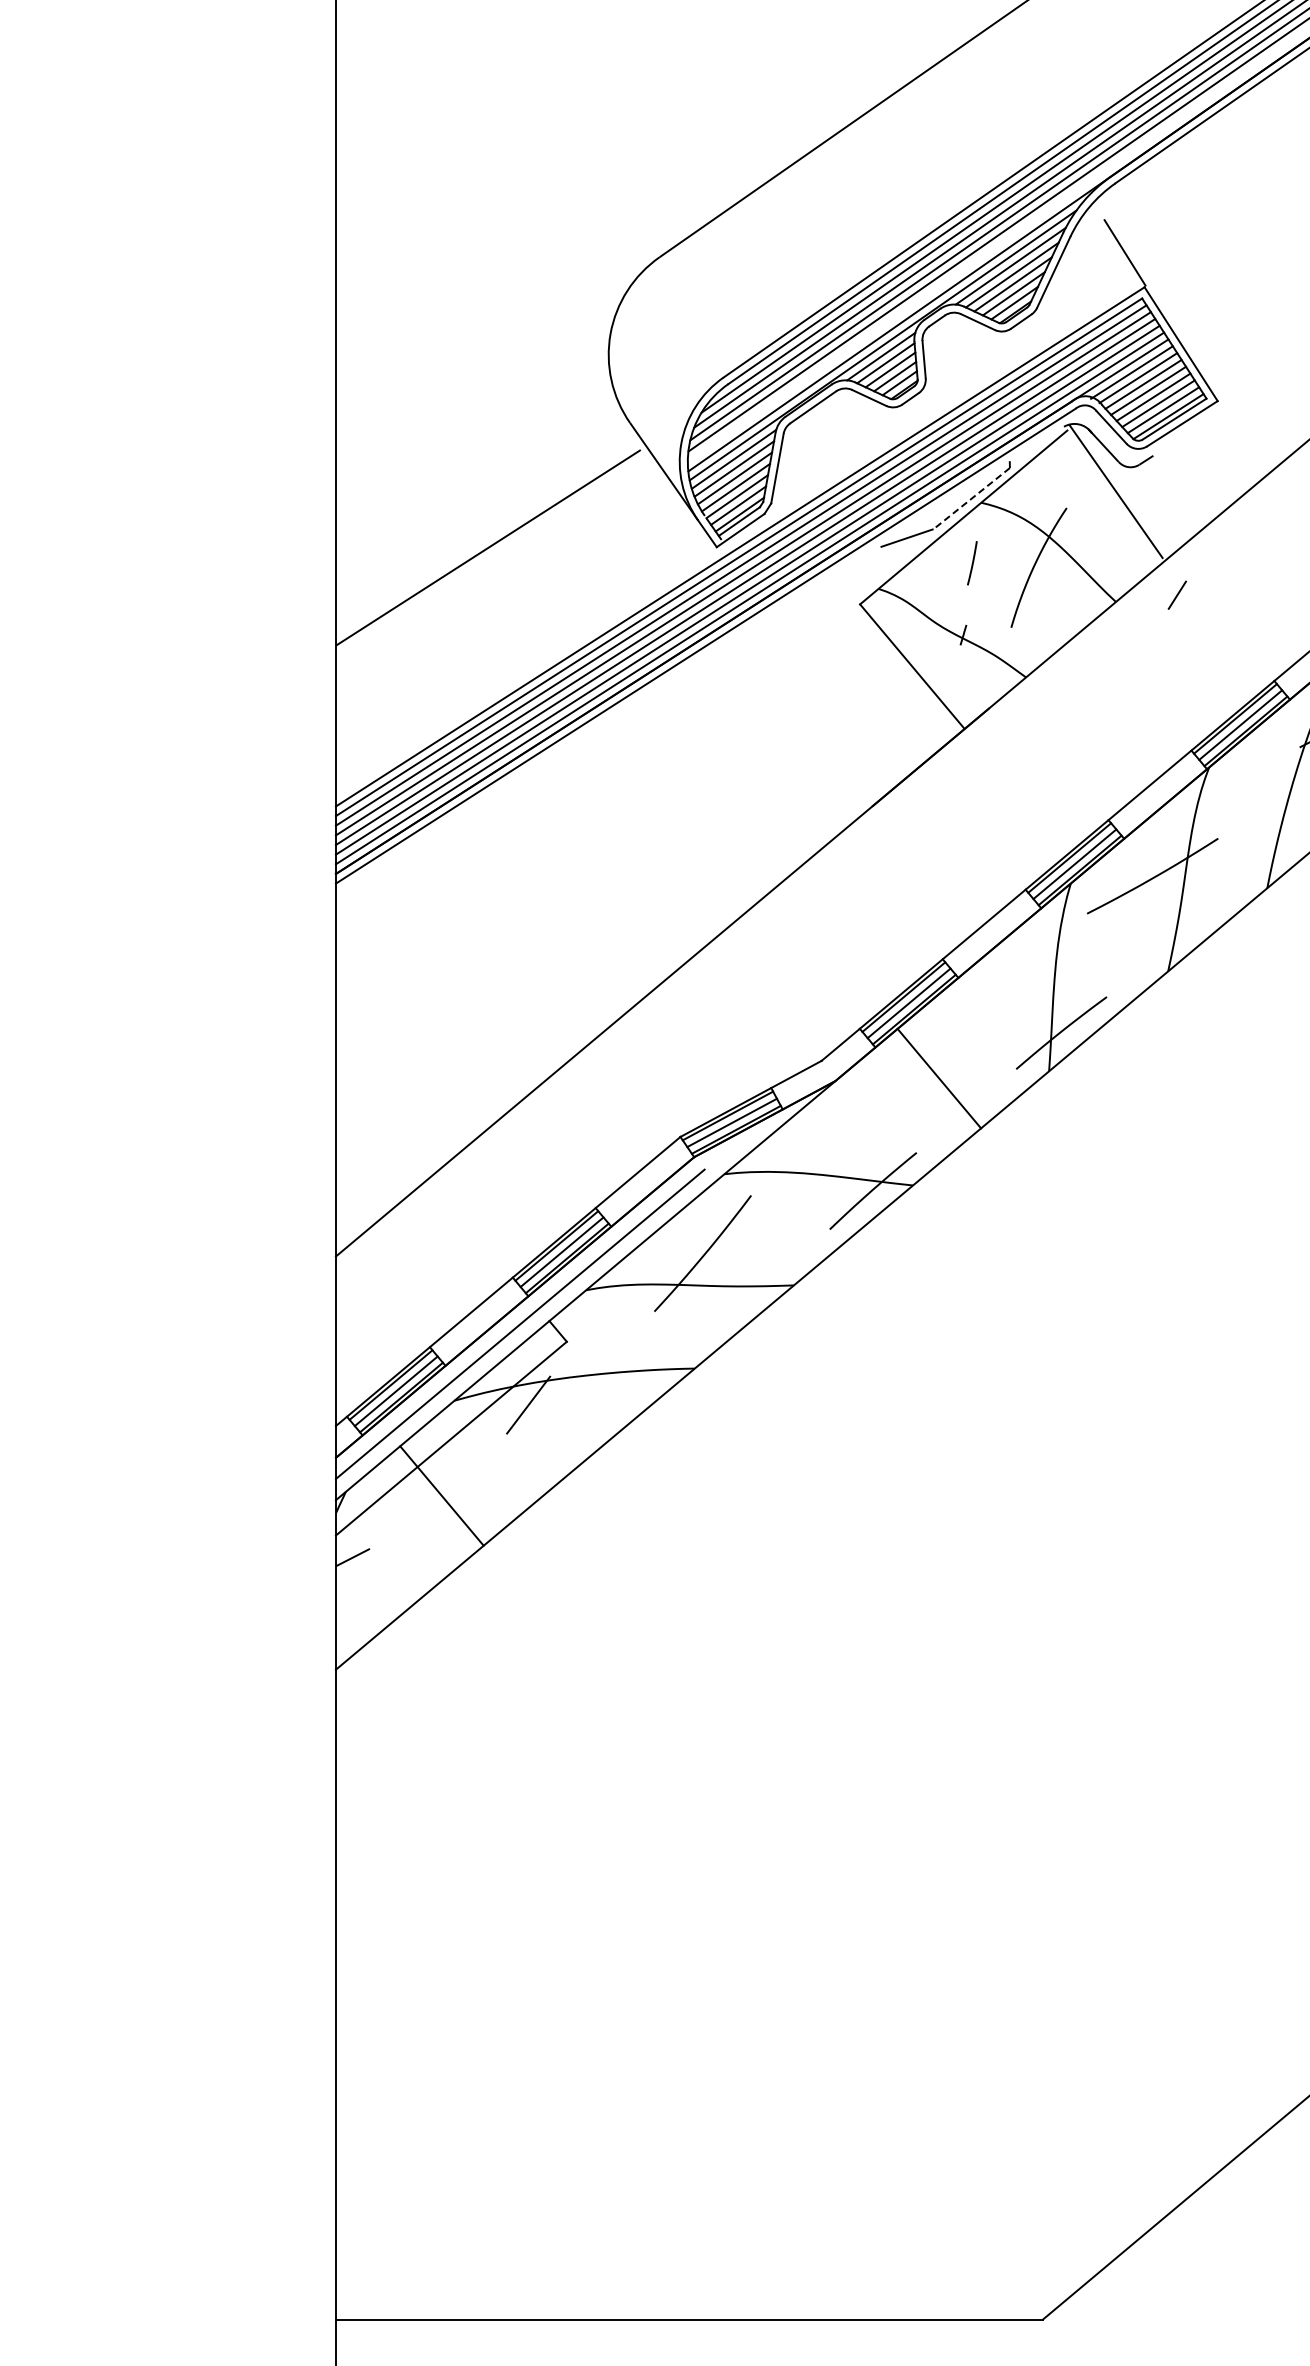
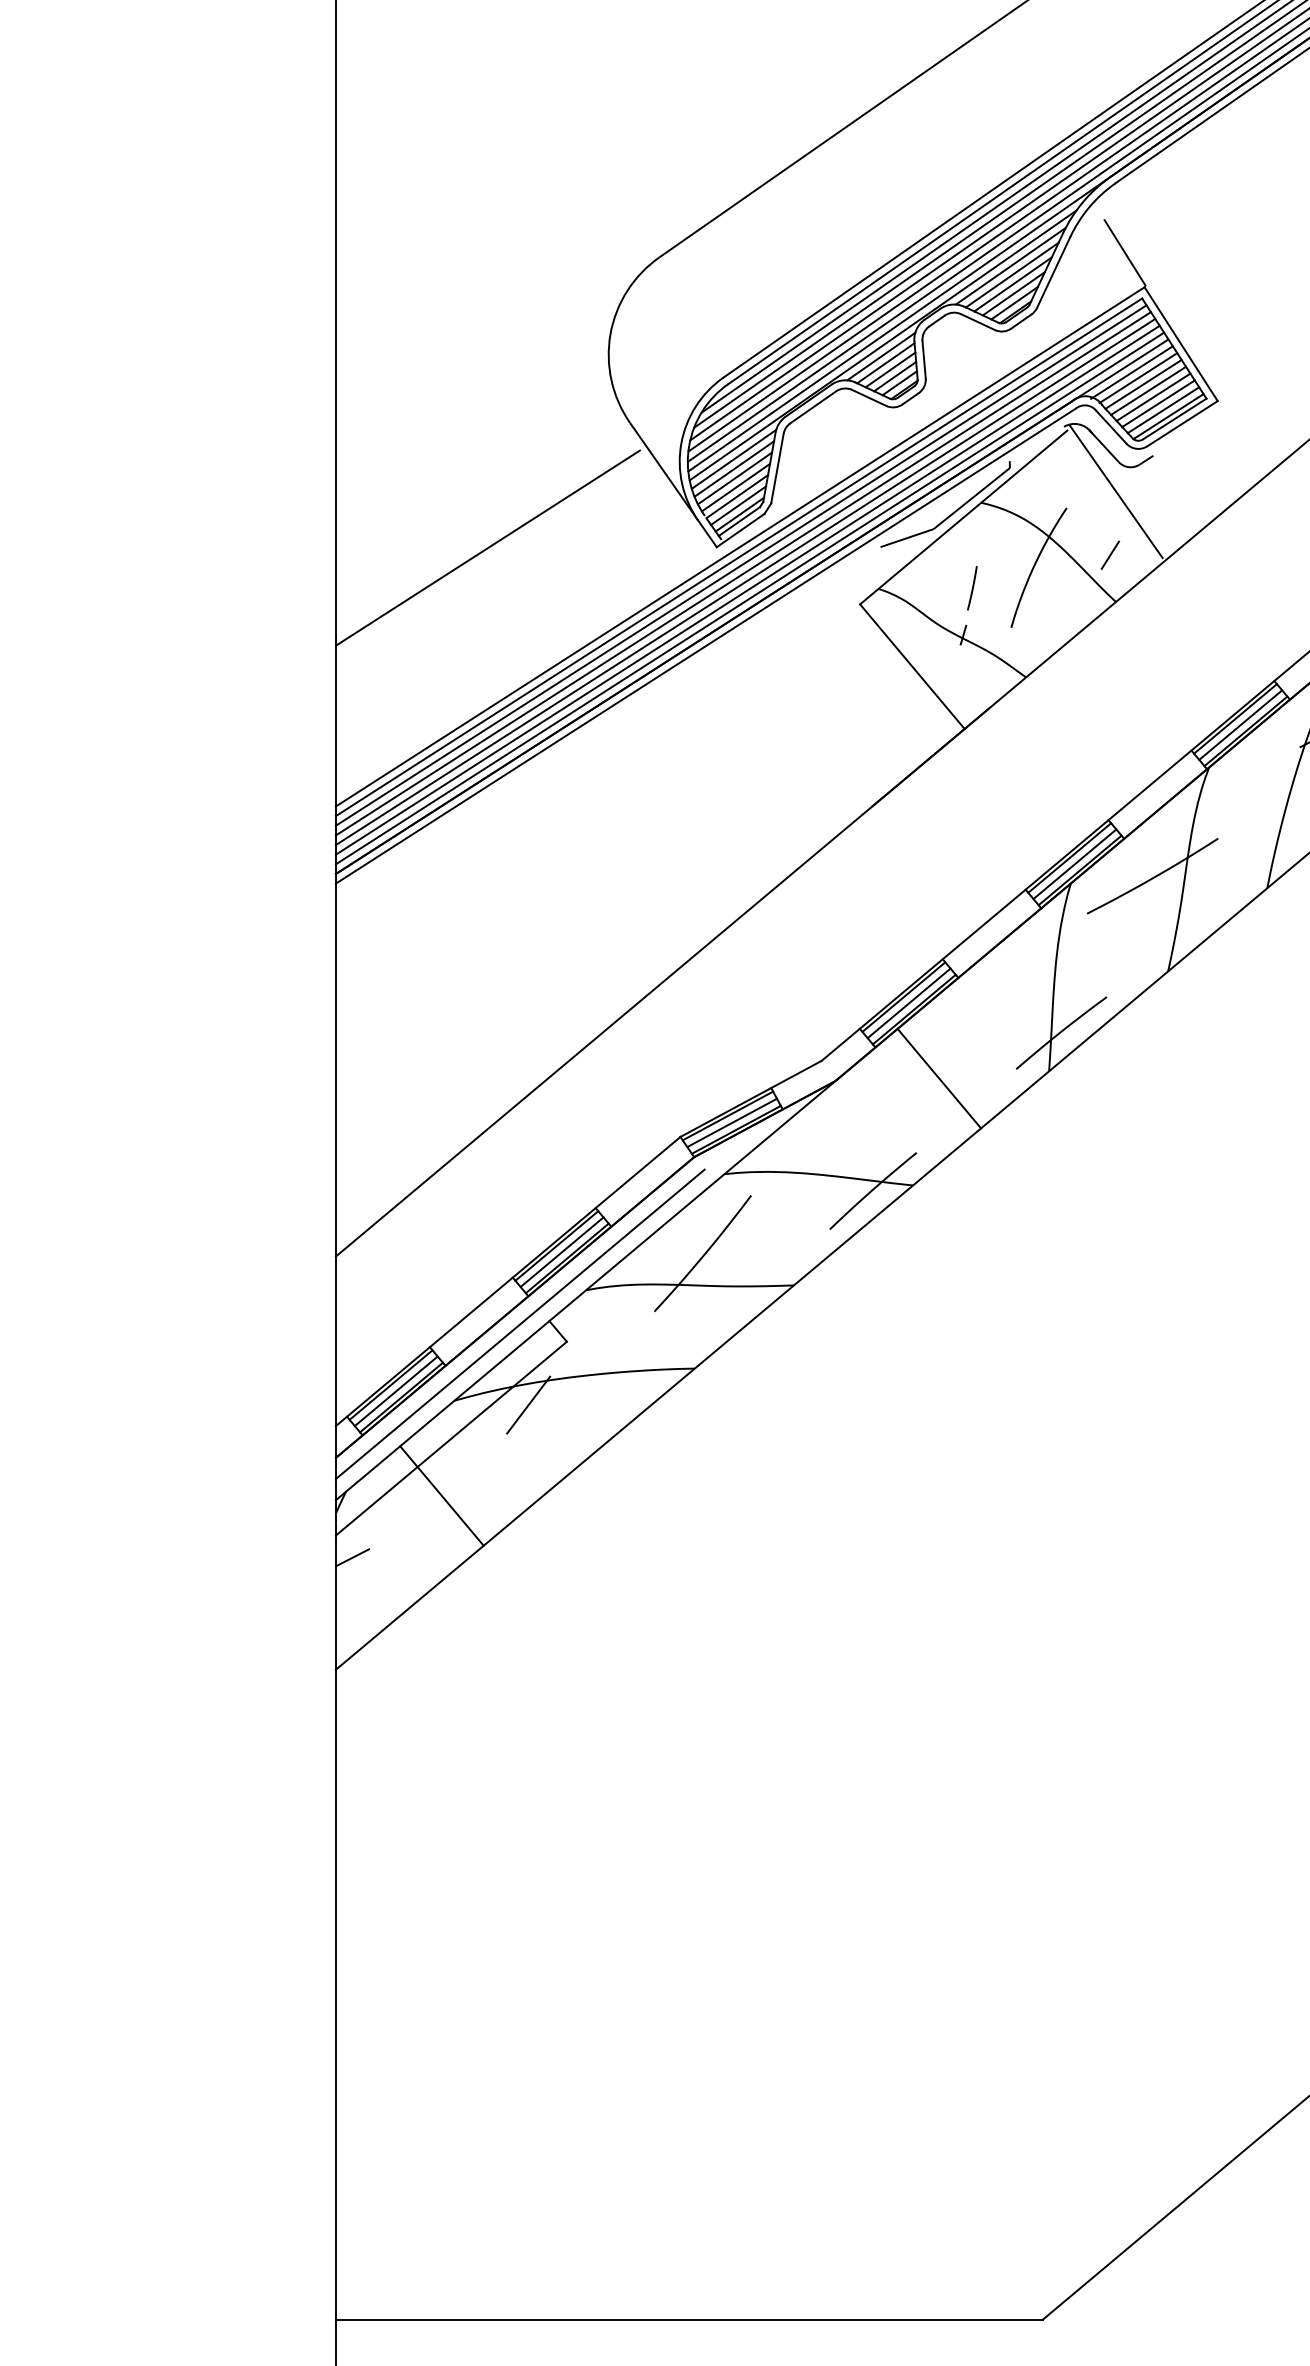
line at (996, 245): none -> present
line at (971, 498): dashed -> solid
line at (972, 563) position: (972, 563) -> (972, 588)
line at (1176, 594) position: (1176, 594) -> (1109, 554)
